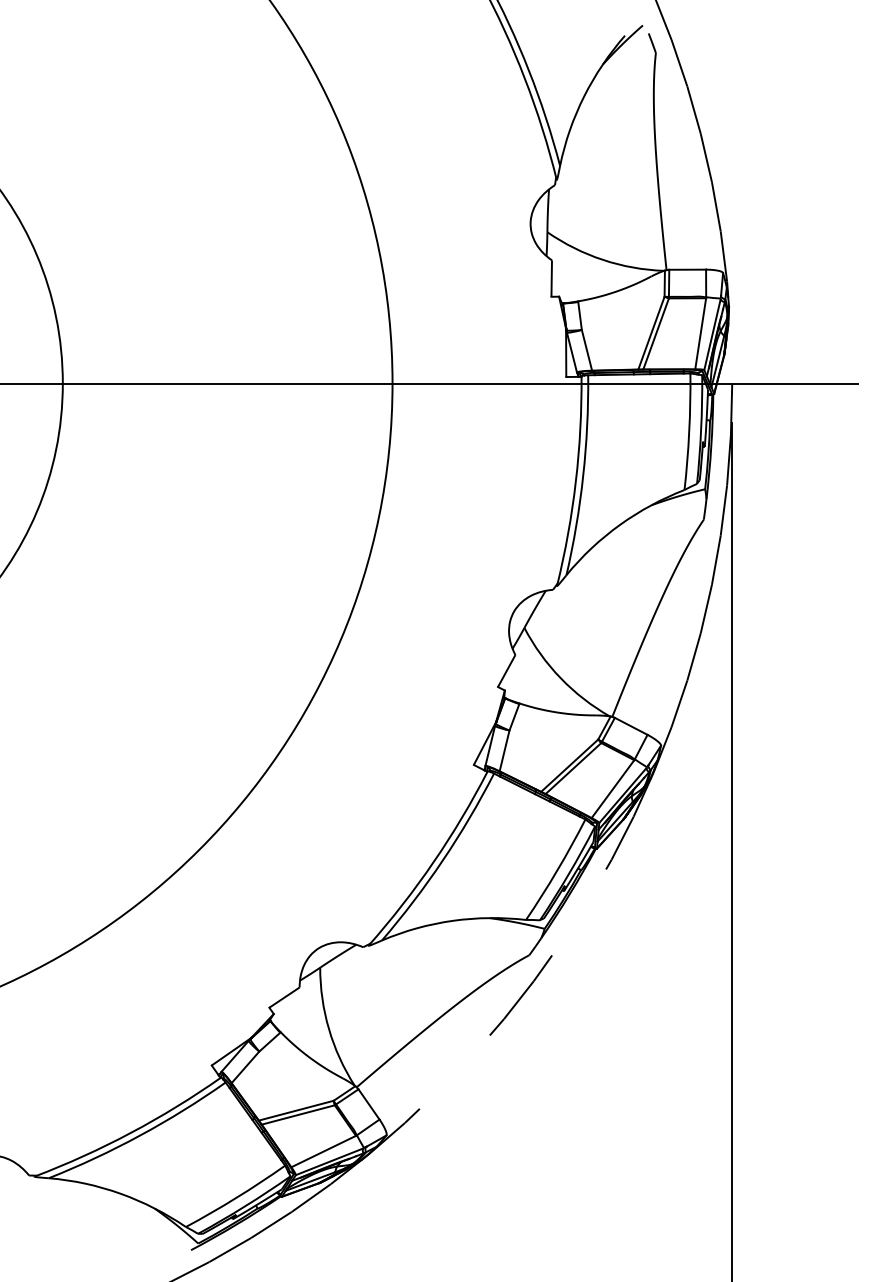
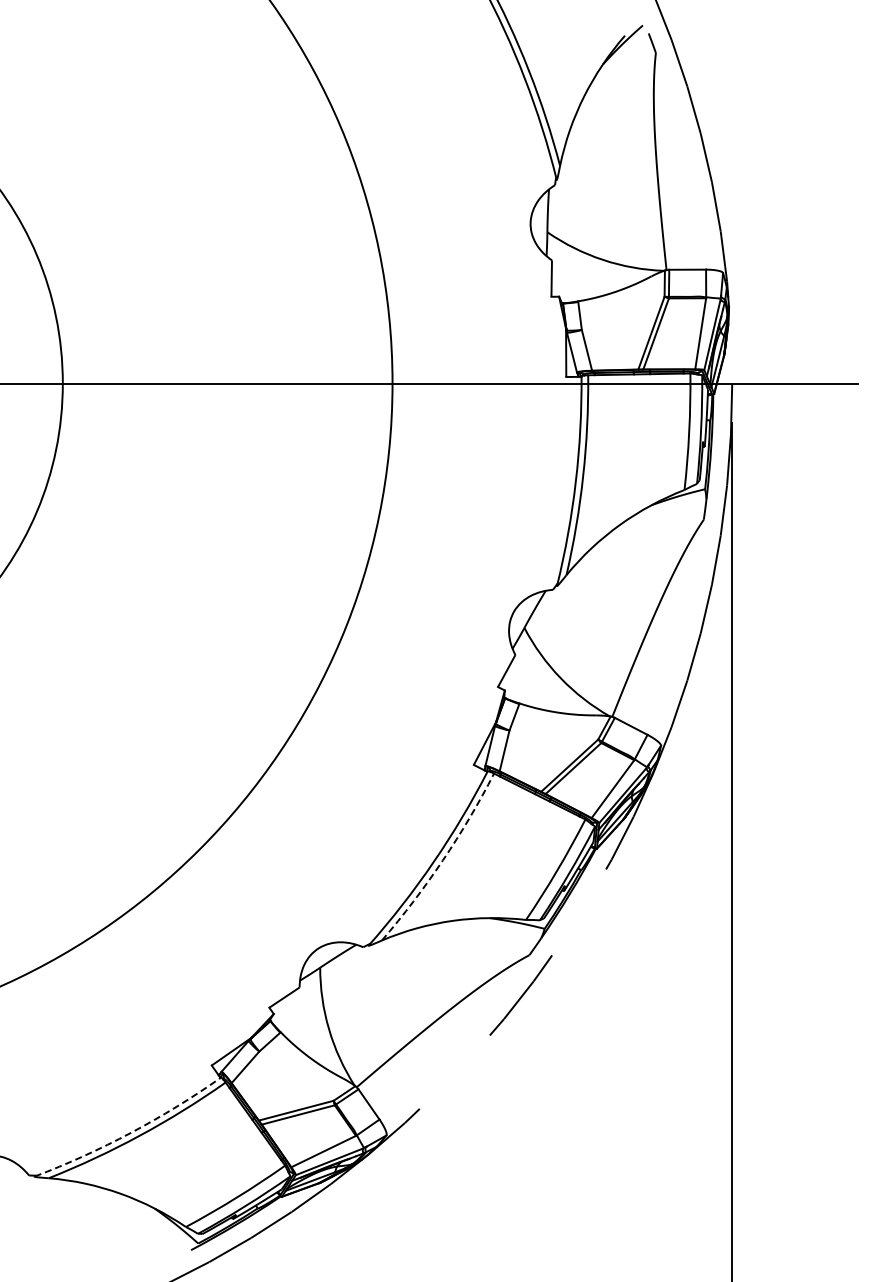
arc at (442, 860): solid -> dashed
arc at (131, 1132): solid -> dashed
